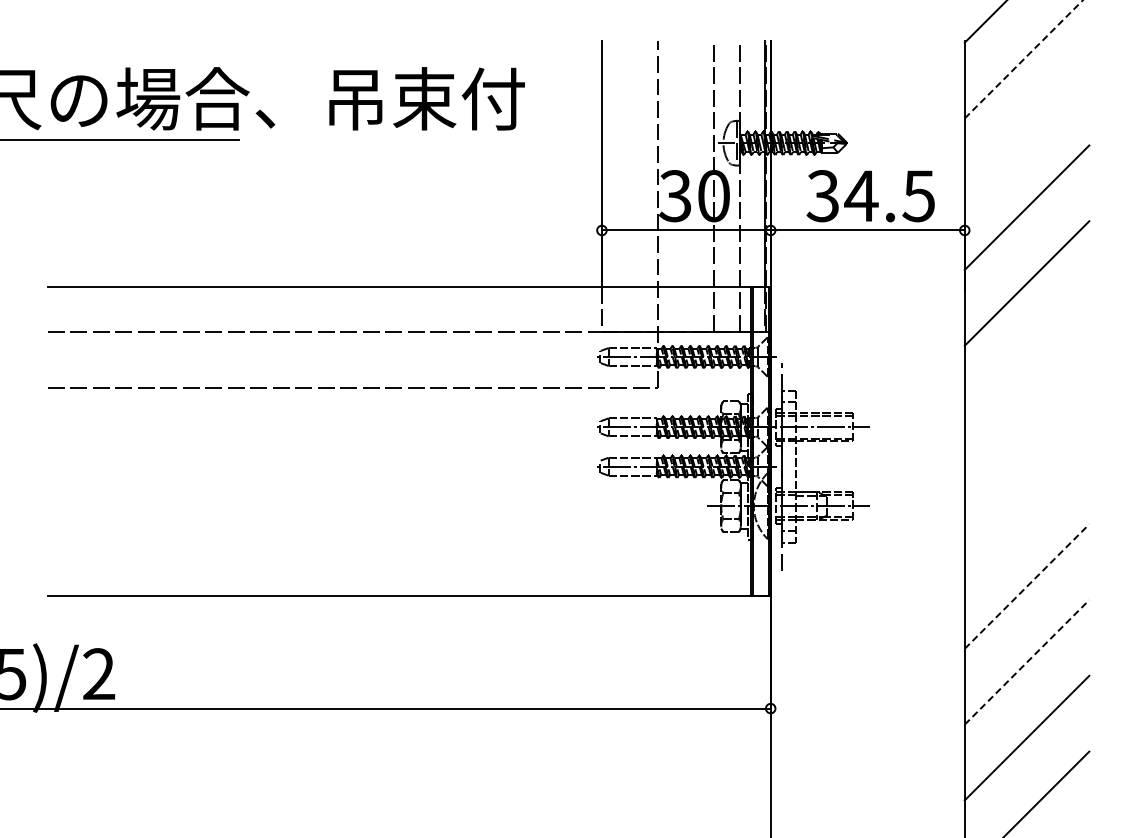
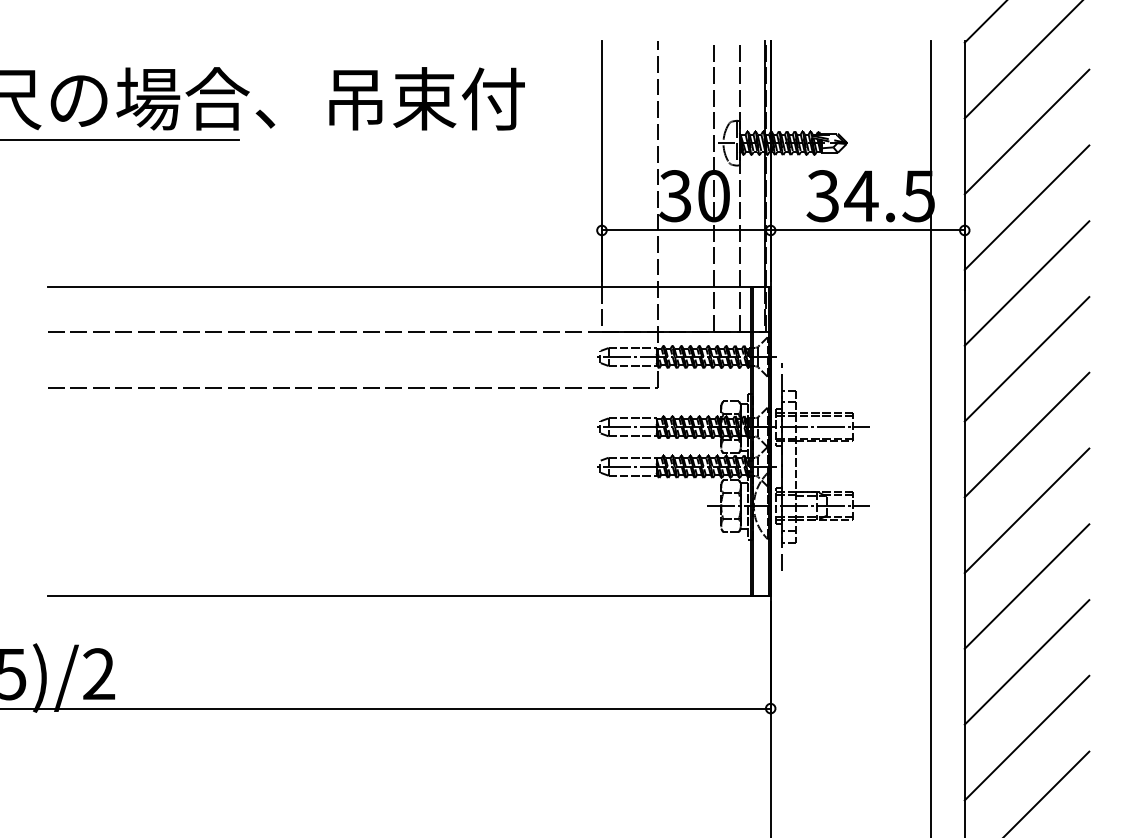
line at (1023, 59): dashed -> solid
line at (1026, 131): none -> present
line at (1026, 359): none -> present
line at (1026, 434): none -> present
line at (931, 437): none -> present
line at (1026, 510): none -> present
line at (1027, 586): dashed -> solid
line at (1027, 662): dashed -> solid
